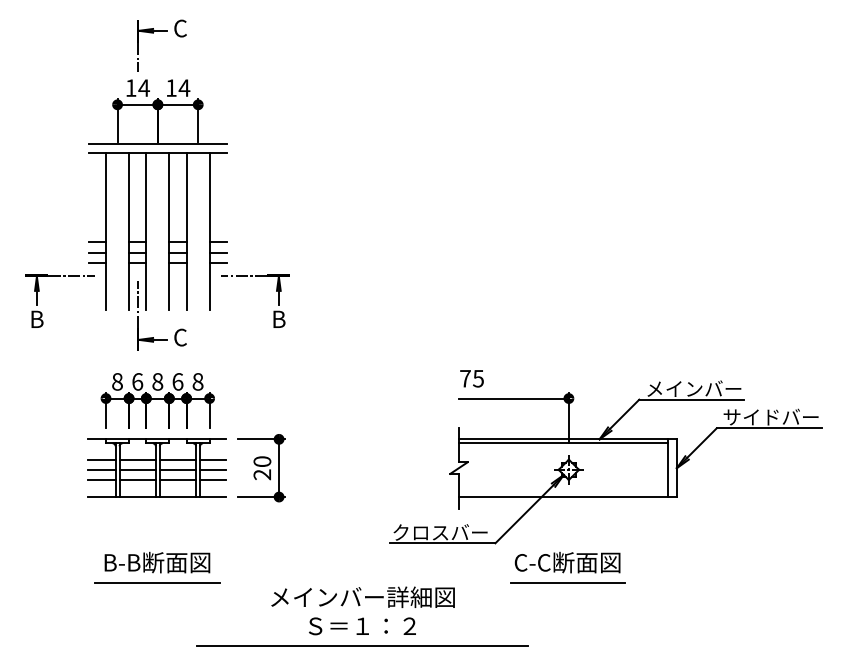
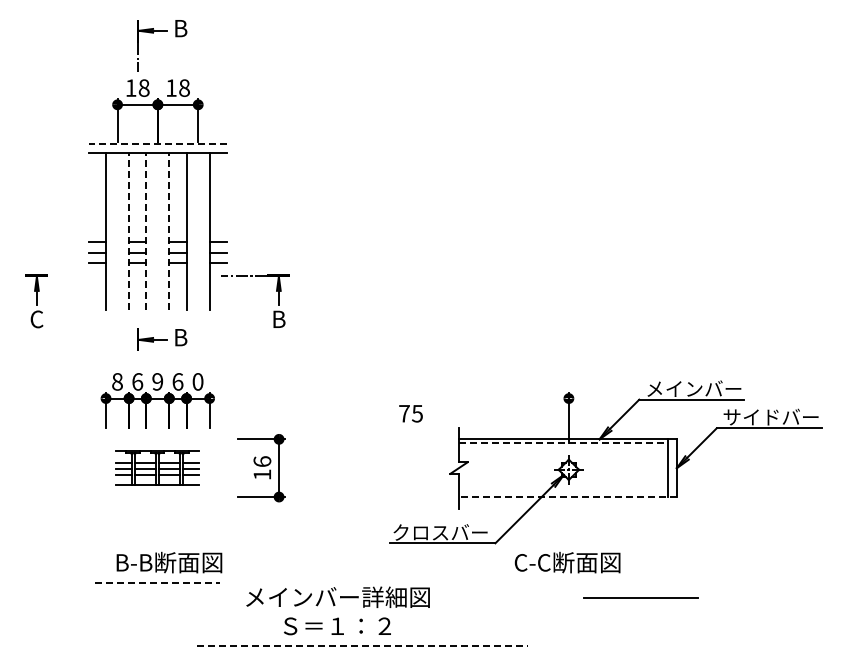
text at (180, 28): C -> B
text at (144, 87): 14 -> 18
text at (184, 87): 14 -> 18
line at (157, 144): solid -> dashed
line at (129, 231): solid -> dashed
line at (146, 231): solid -> dashed
line at (169, 231): solid -> dashed
line at (71, 275): present -> none
line at (137, 304): present -> none
text at (36, 319): B -> C
text at (180, 337): C -> B
text at (471, 378) position: (471, 378) -> (410, 413)
text at (157, 381): 8 -> 9
text at (197, 381): 8 -> 0
line at (513, 398): present -> none
line at (563, 443): solid -> dashed
part at (156, 467) size: 140x60 px -> 85x36 px
text at (262, 468): 20 -> 16
line at (567, 496): solid -> dashed
text at (157, 562) position: (157, 562) -> (169, 562)
line at (157, 582): solid -> dashed
line at (567, 582) position: (567, 582) -> (640, 597)
text at (362, 610) position: (362, 610) -> (337, 610)
line at (362, 646): solid -> dashed
